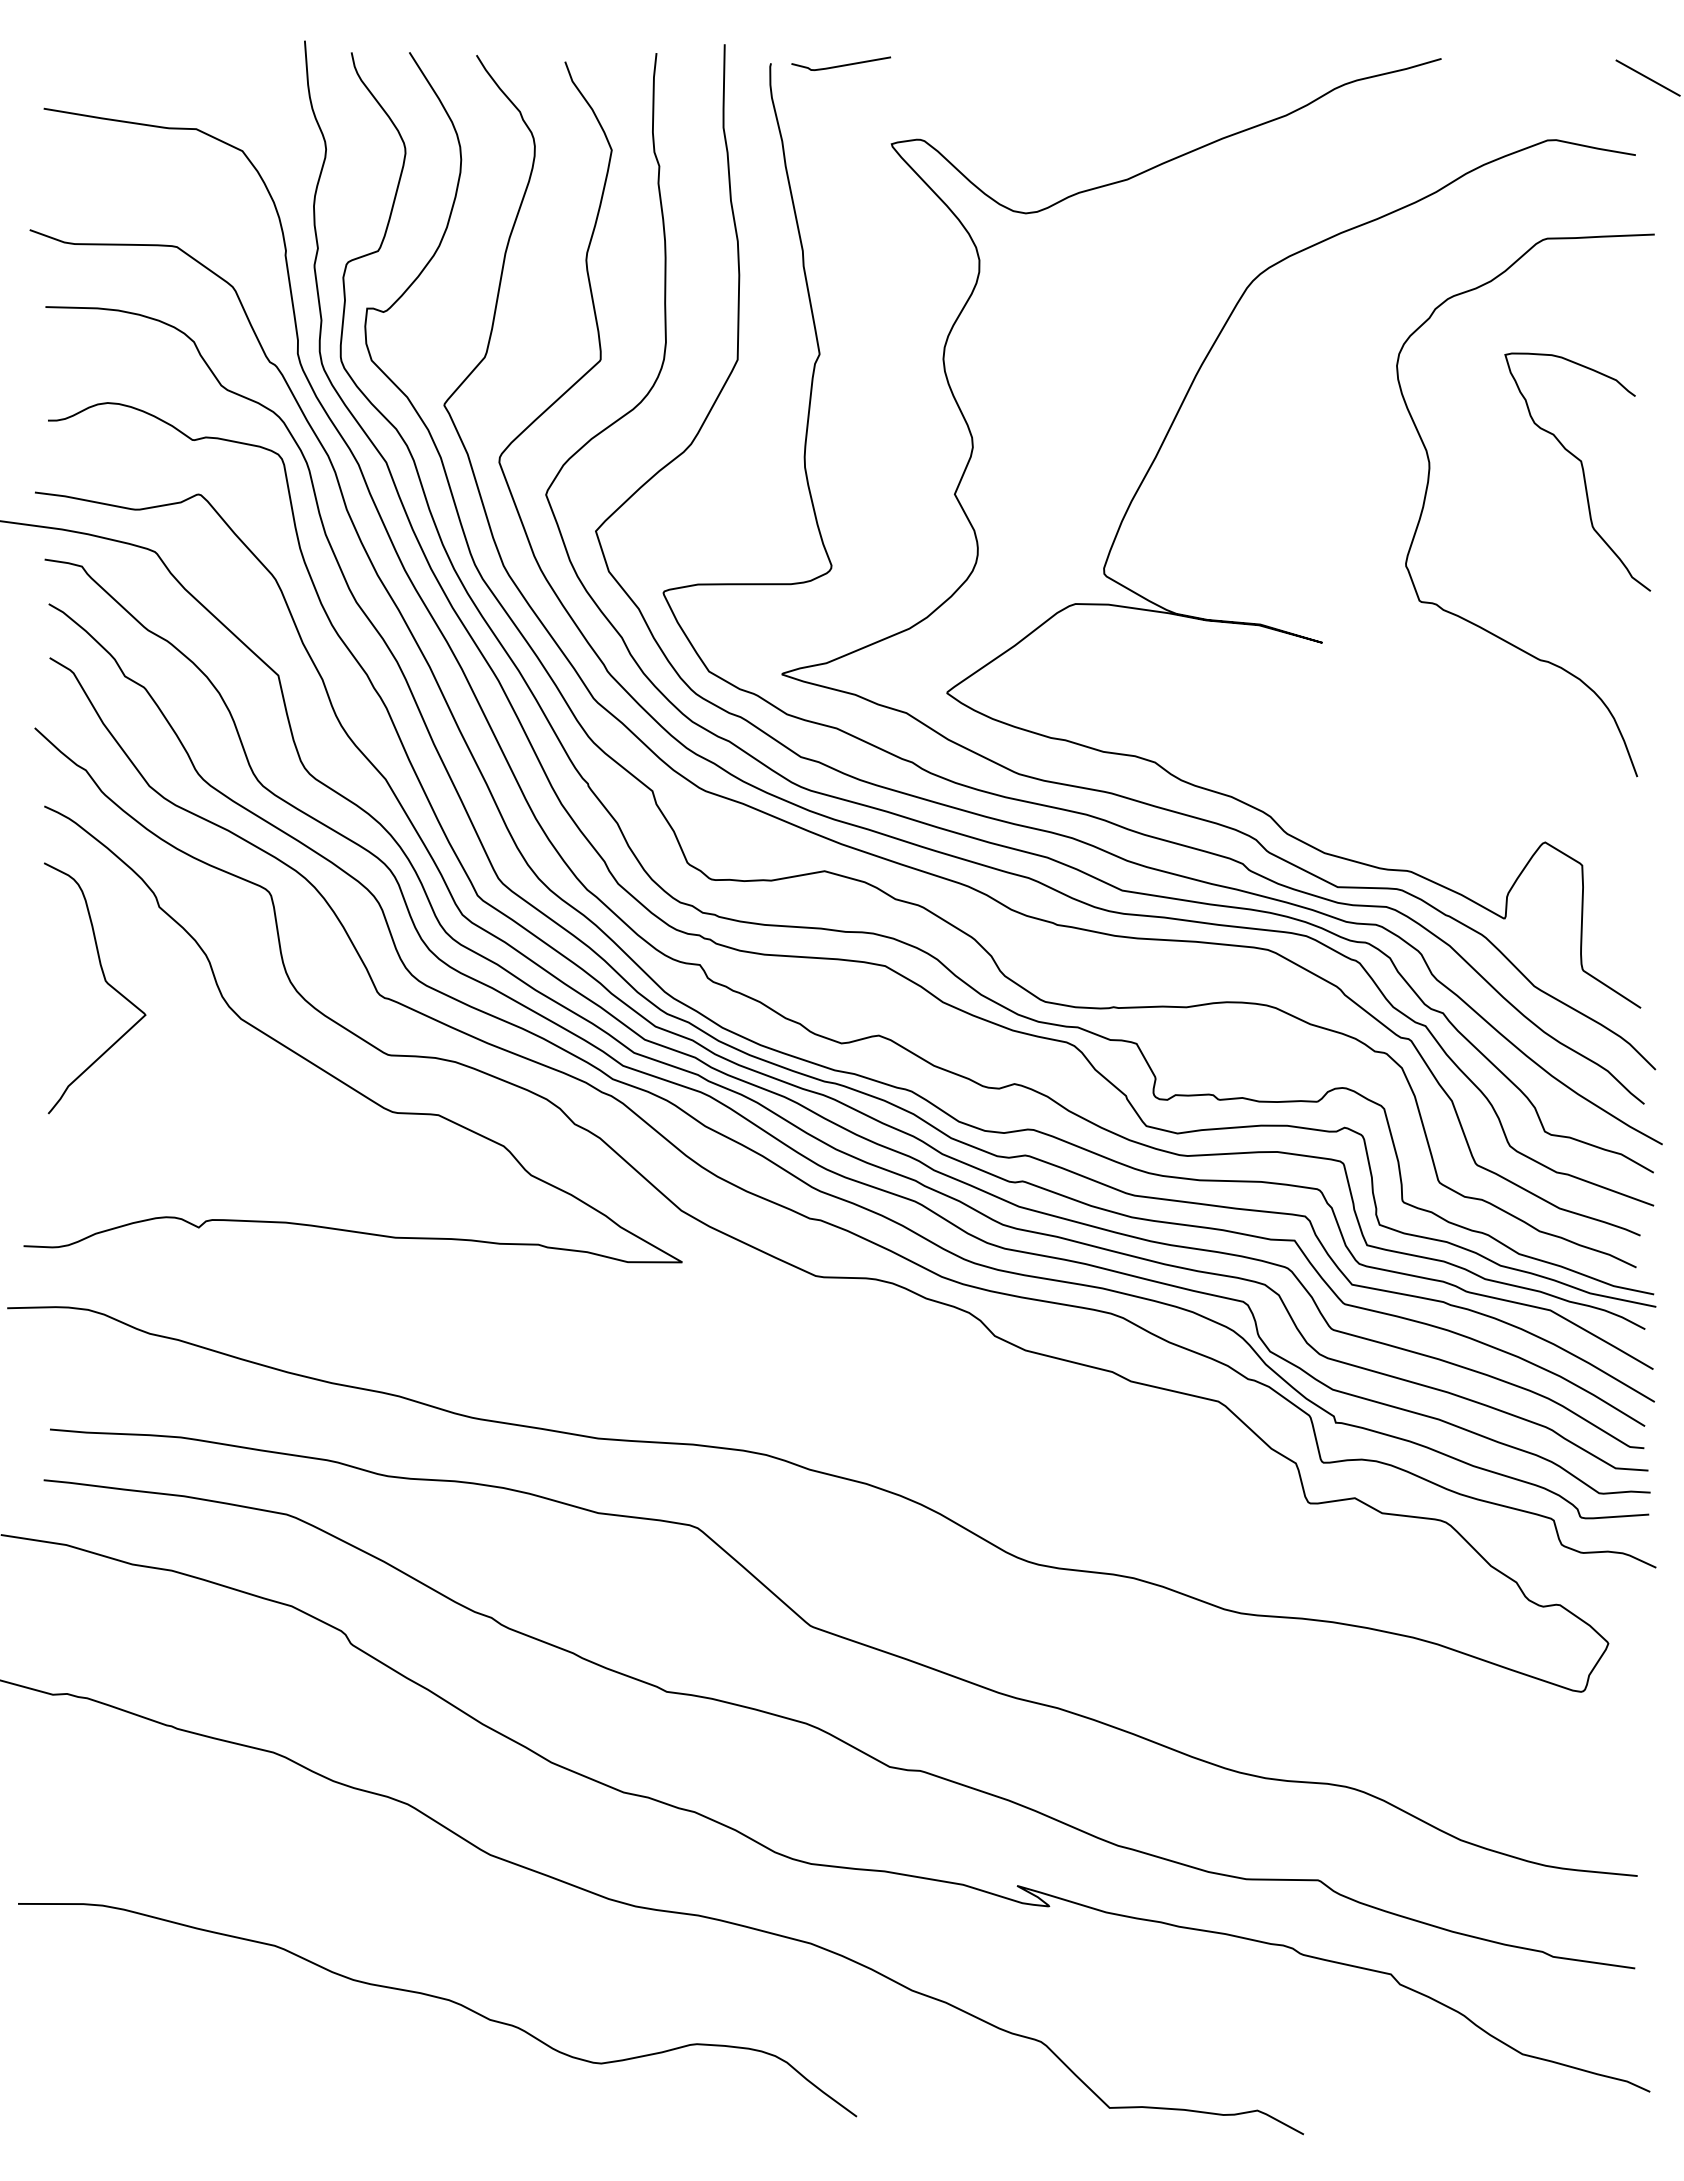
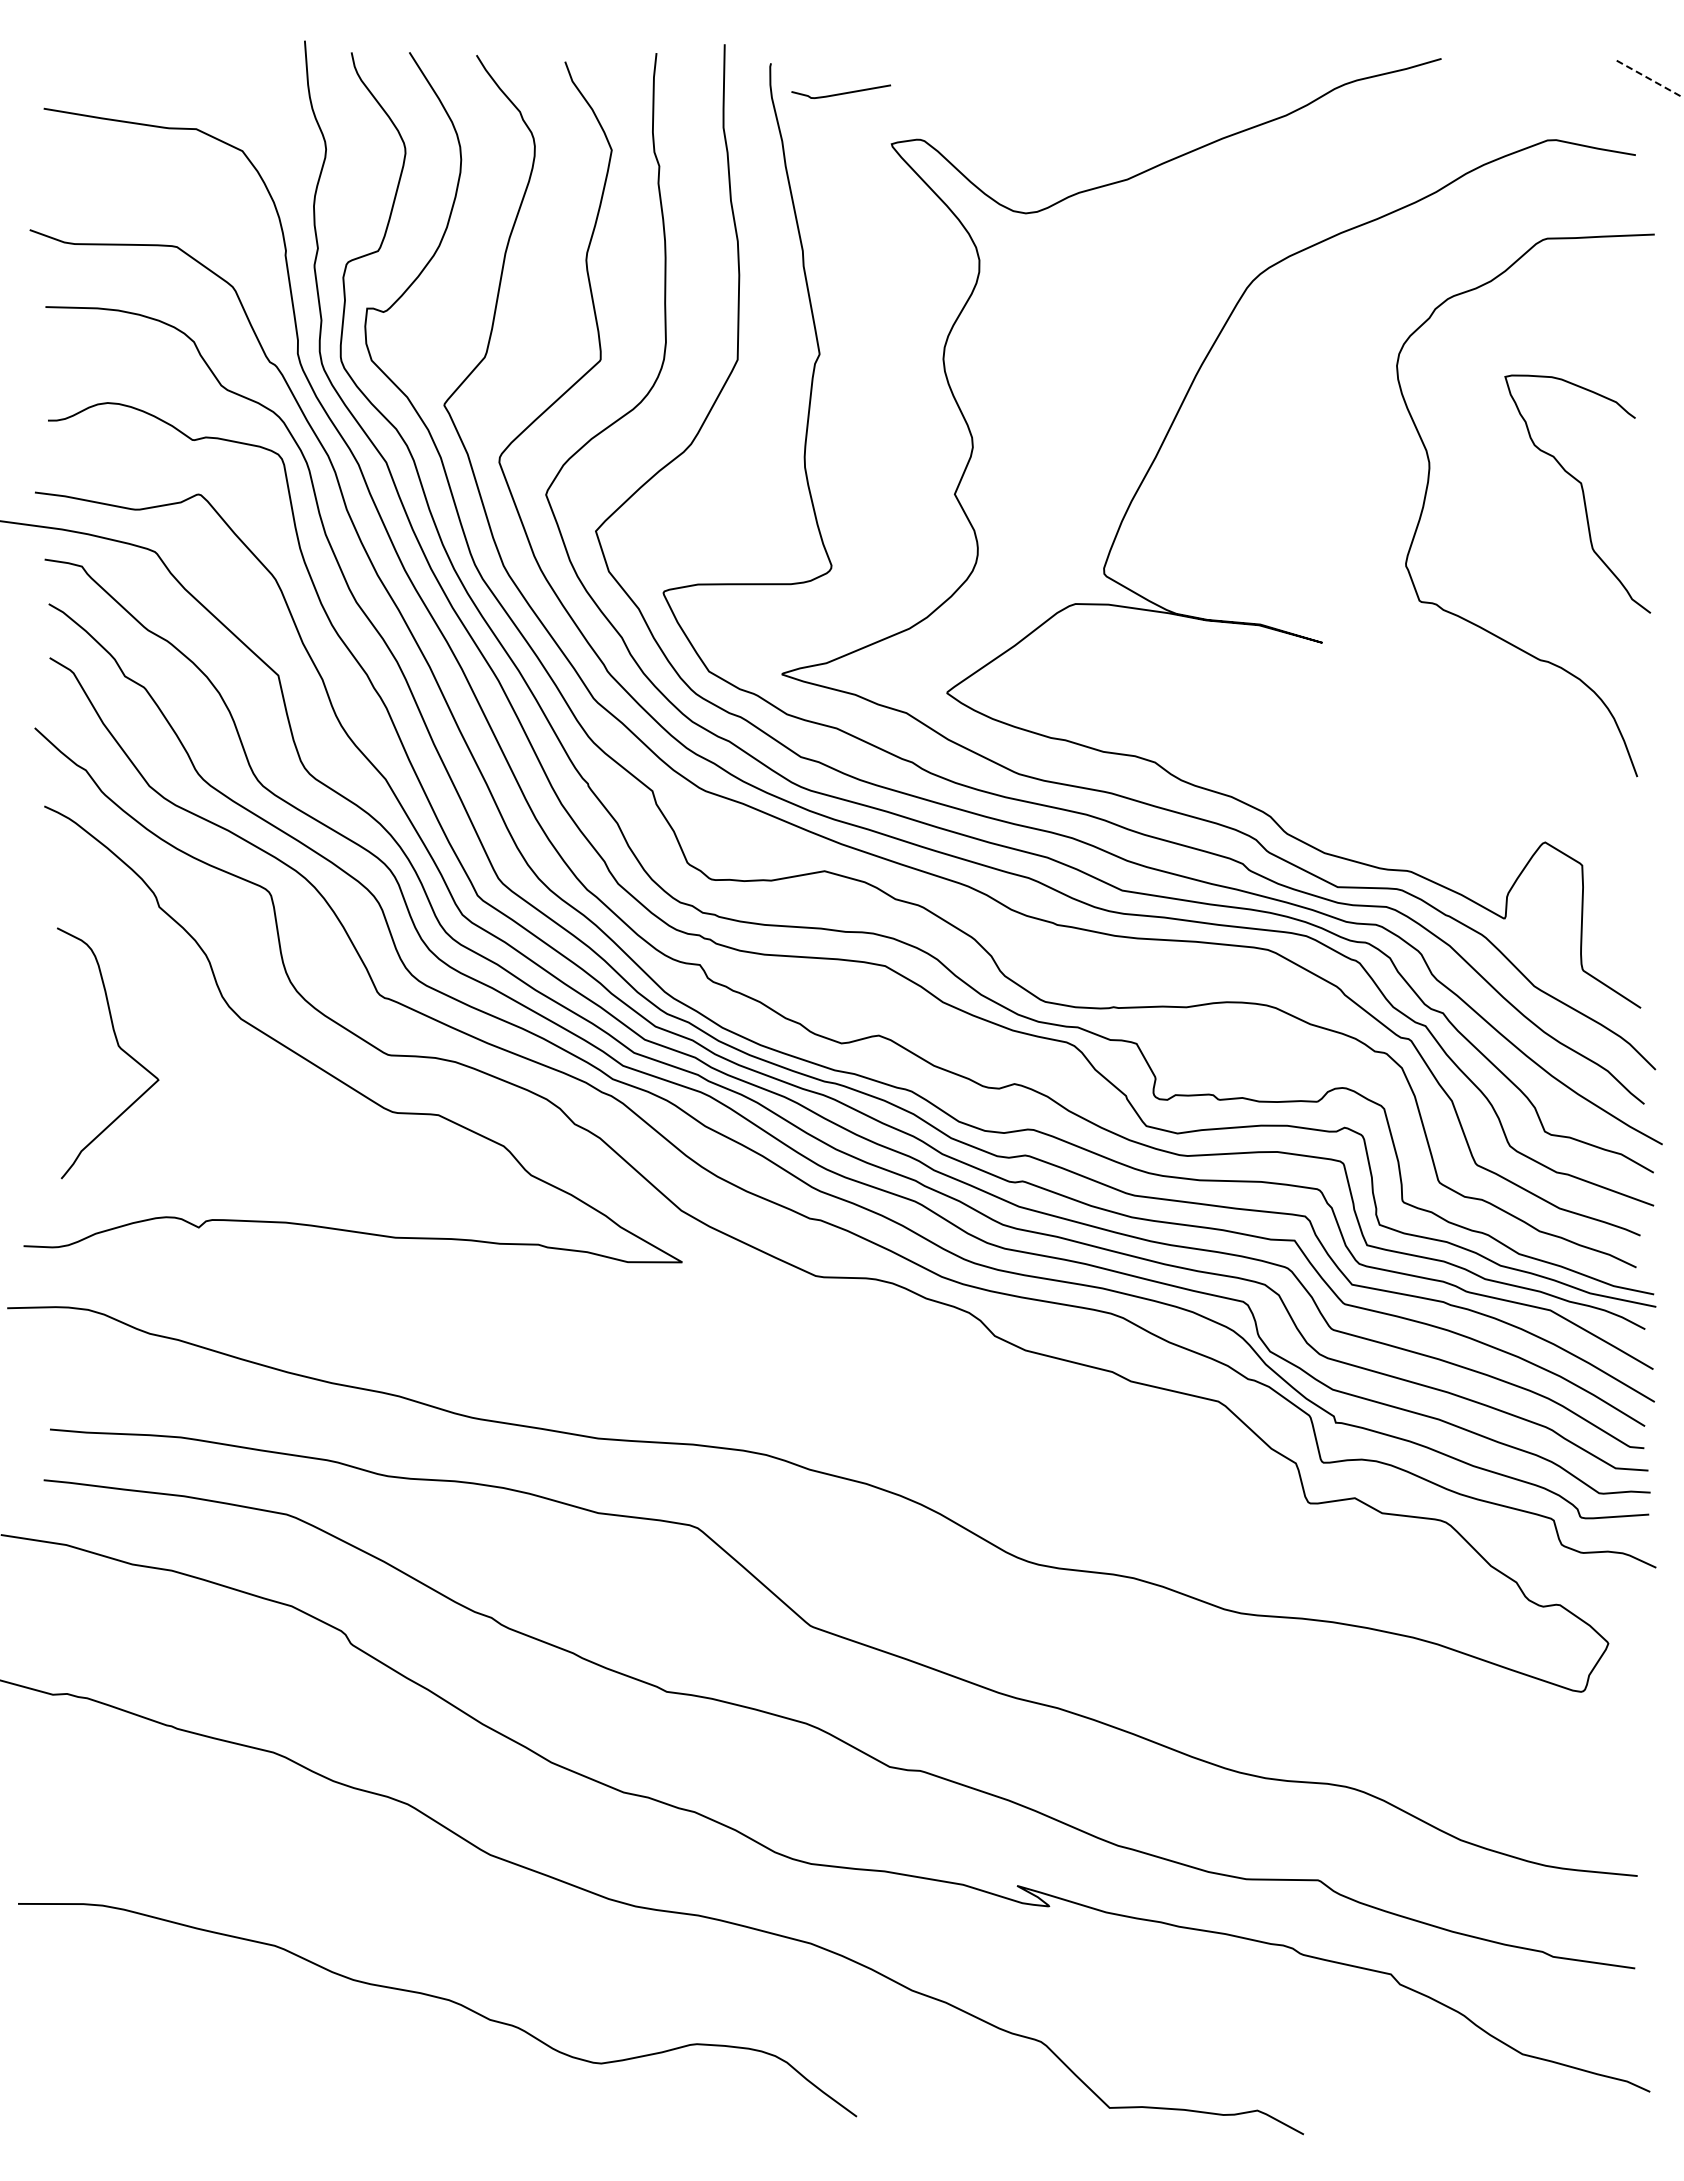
curve at (842, 64) position: (842, 64) -> (842, 92)
line at (1647, 77): solid -> dashed
curve at (1581, 468) position: (1581, 468) -> (1581, 490)
curve at (105, 982) position: (105, 982) -> (118, 1047)
